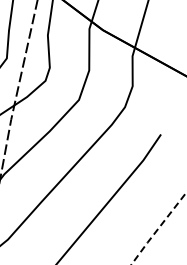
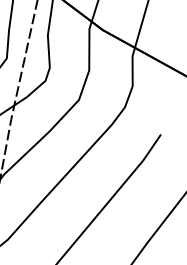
line at (158, 229): dashed -> solid
